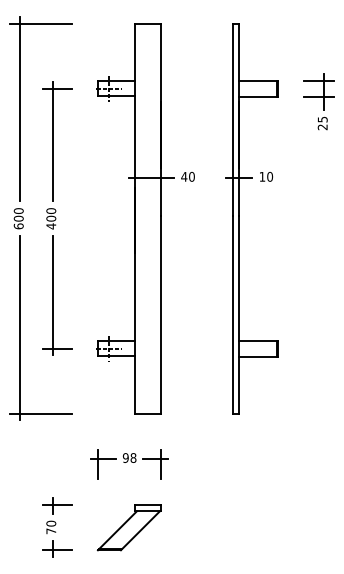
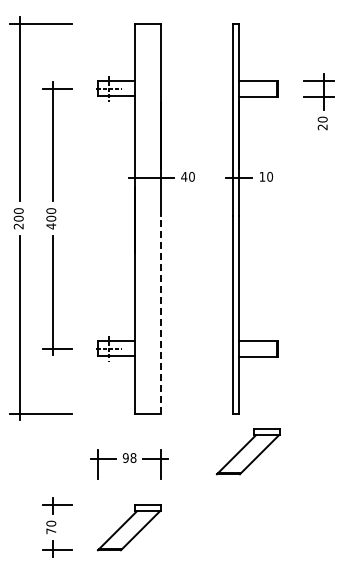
text at (322, 119): 25 -> 20
text at (18, 226): 600 -> 200
line at (161, 315): solid -> dashed
part at (247, 451): none -> present
